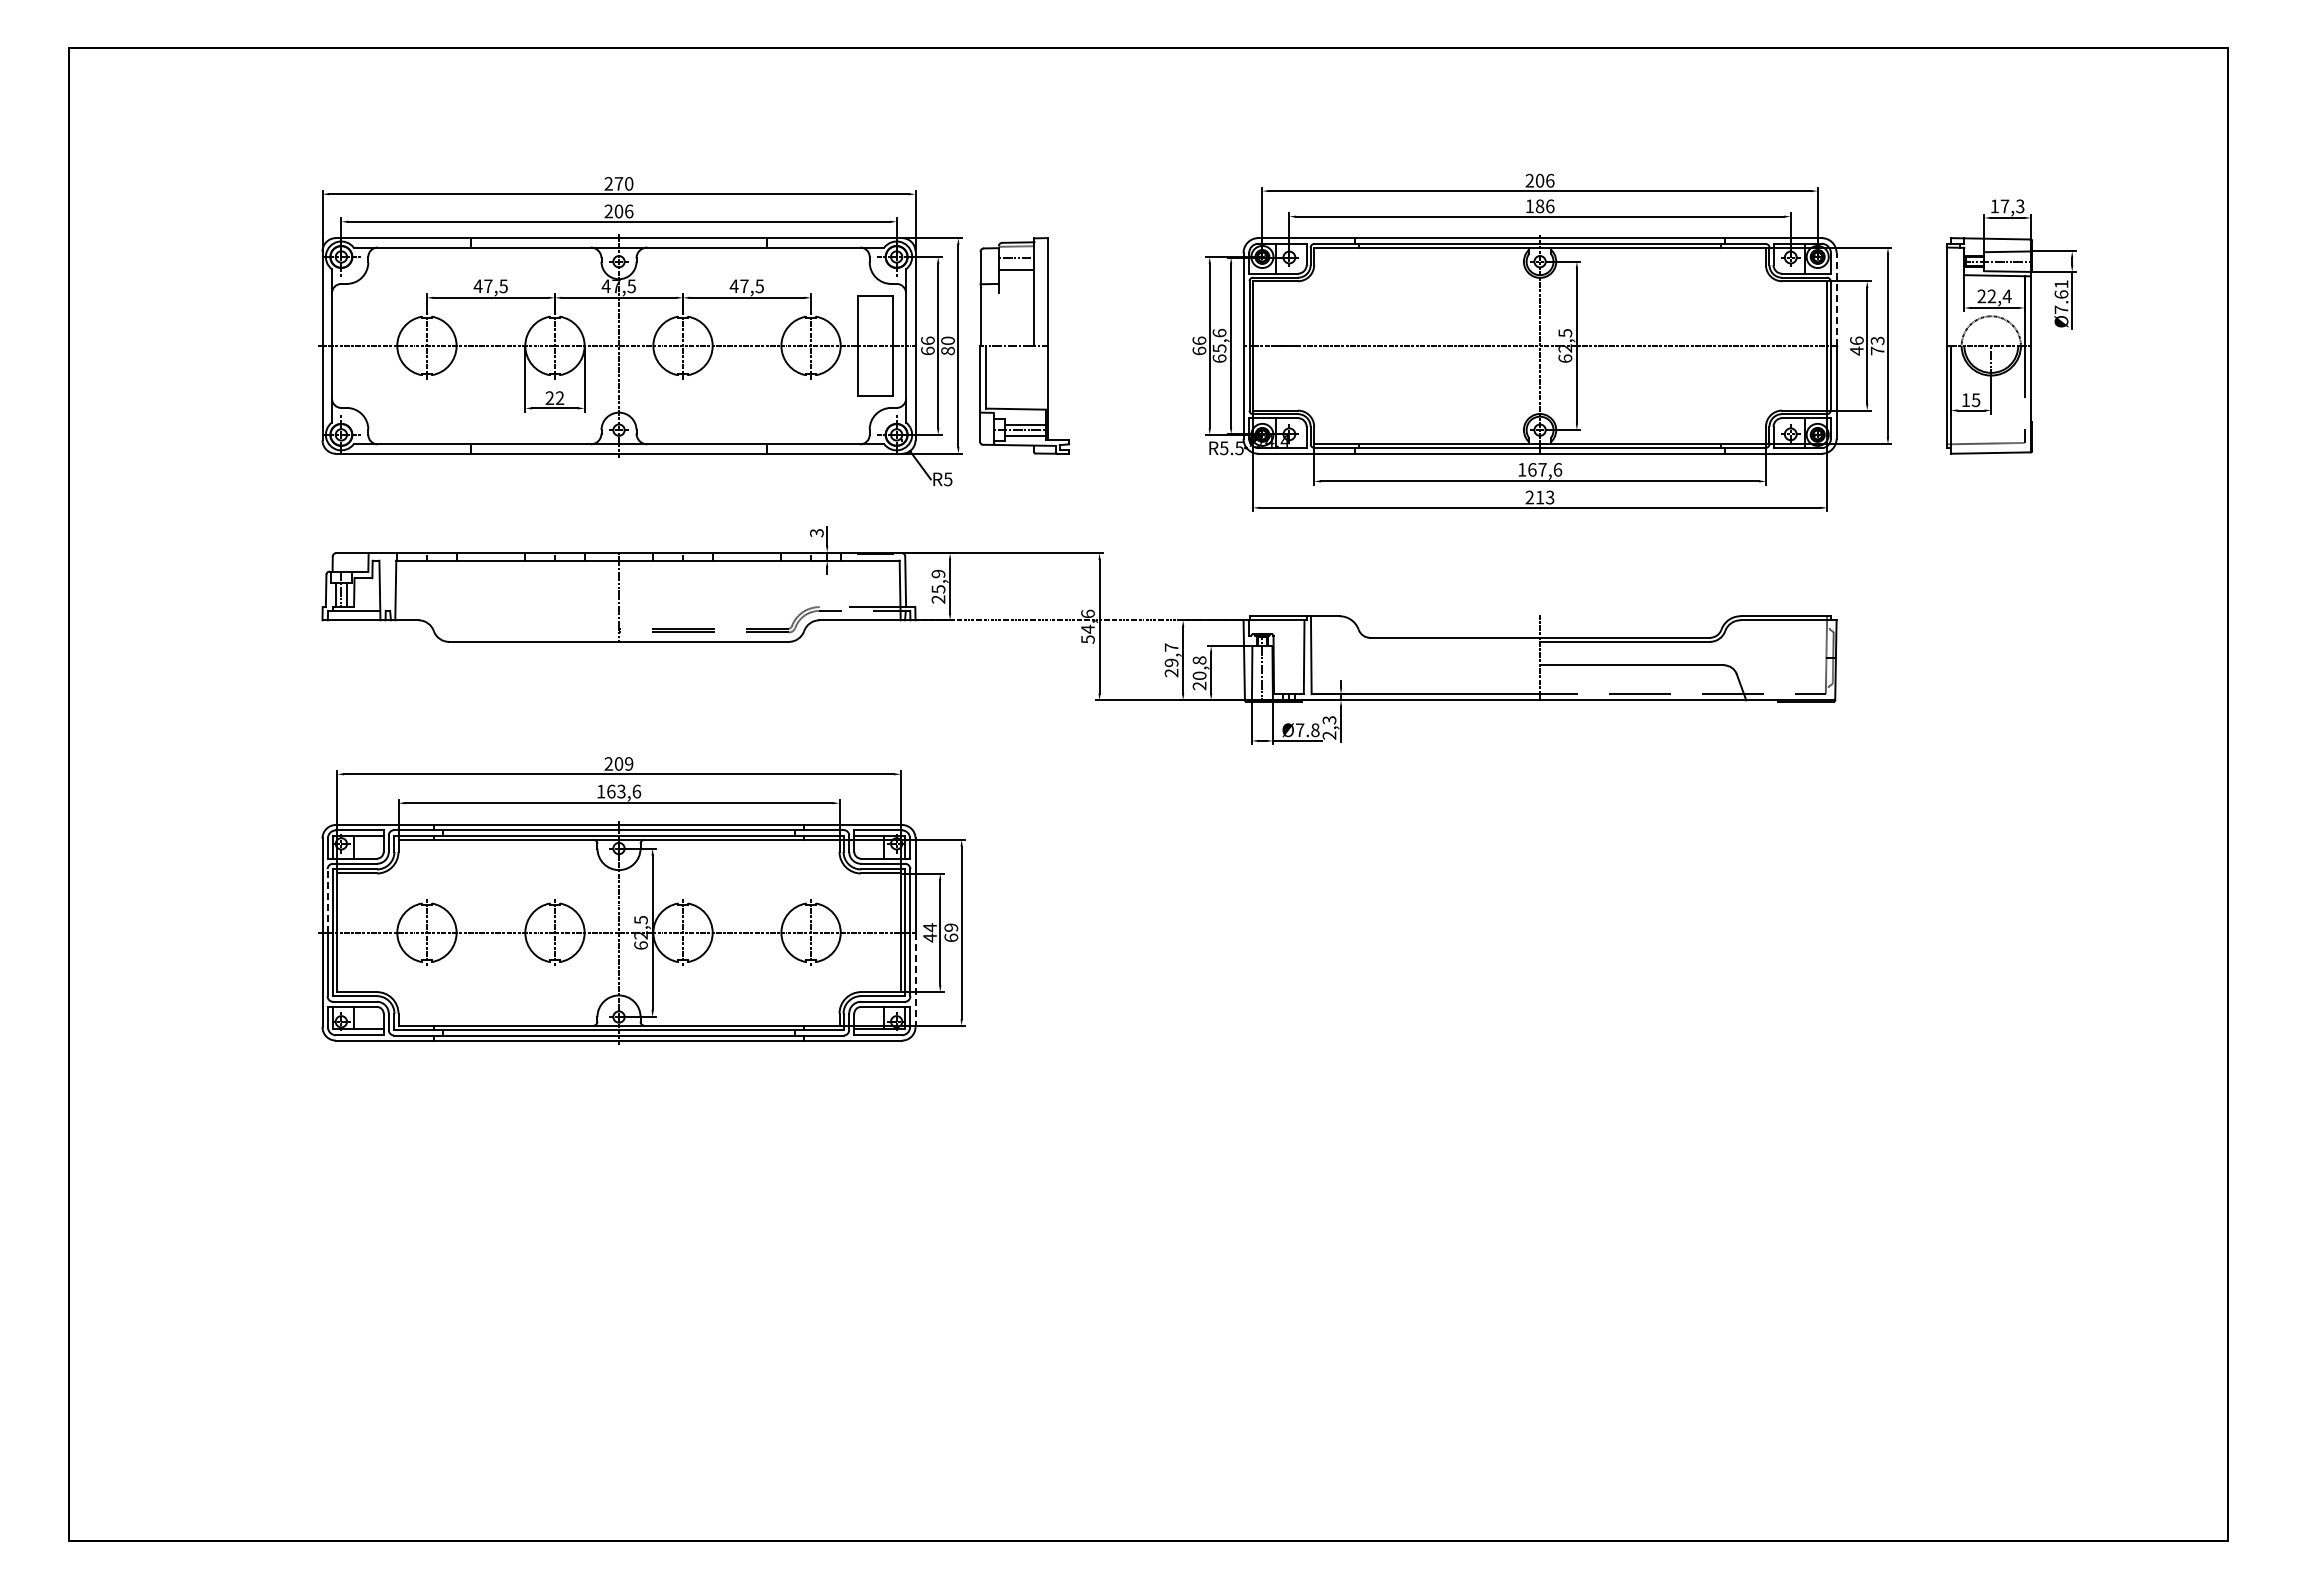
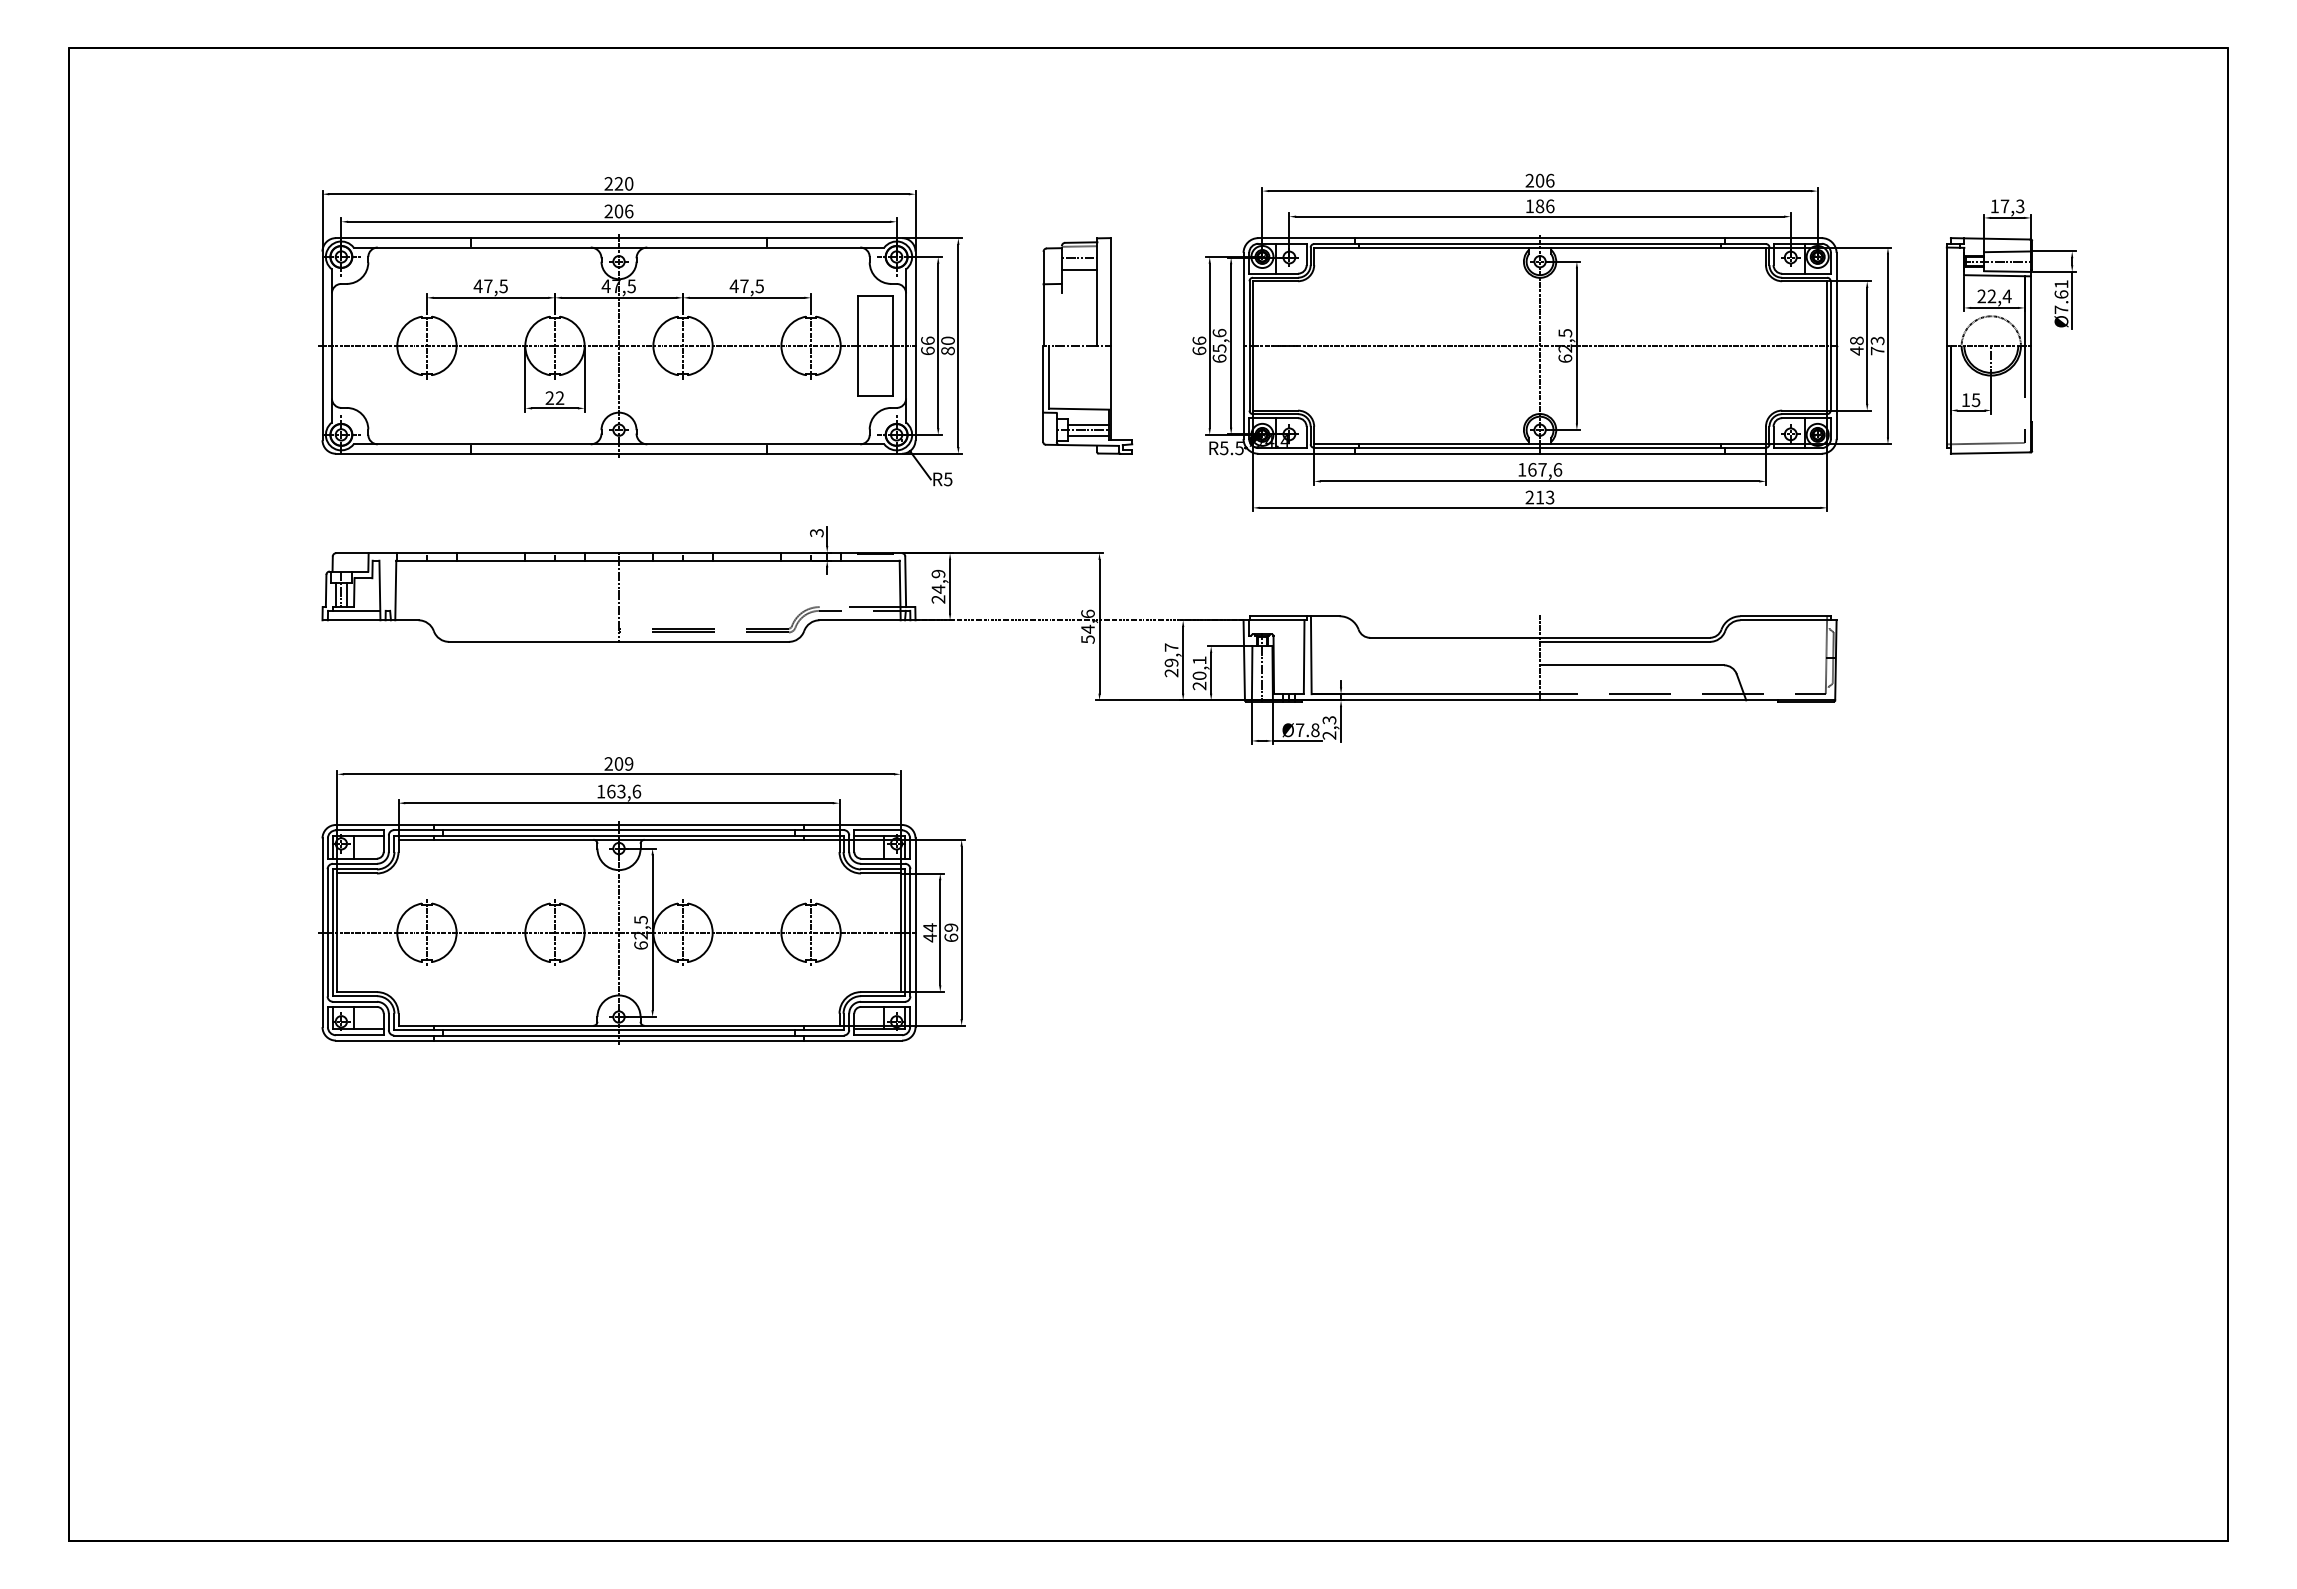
text at (618, 183): 270 -> 220
line at (1836, 298): dashed -> solid
text at (1856, 340): 46 -> 48
part at (1024, 345) position: (1024, 345) -> (1087, 345)
text at (938, 588): 25,9 -> 24,9
text at (1199, 660): 20,8 -> 20,1
line at (327, 900): dashed -> solid
line at (915, 980): dashed -> solid
